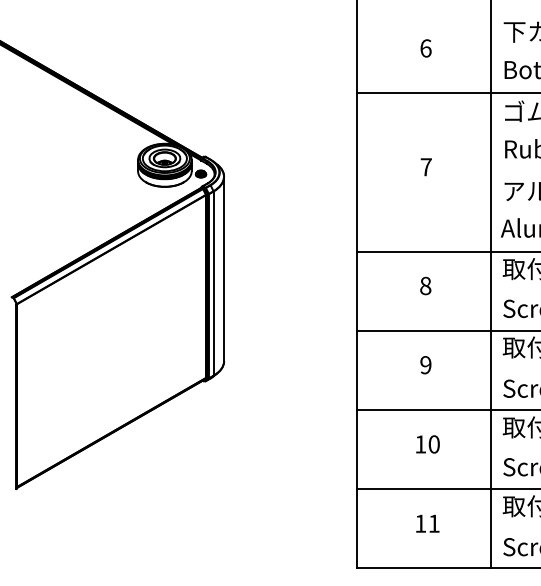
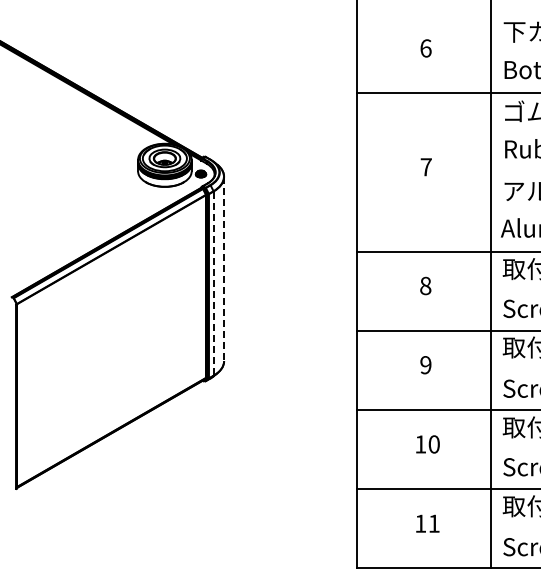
line at (224, 269): solid -> dashed
line at (213, 284): solid -> dashed
